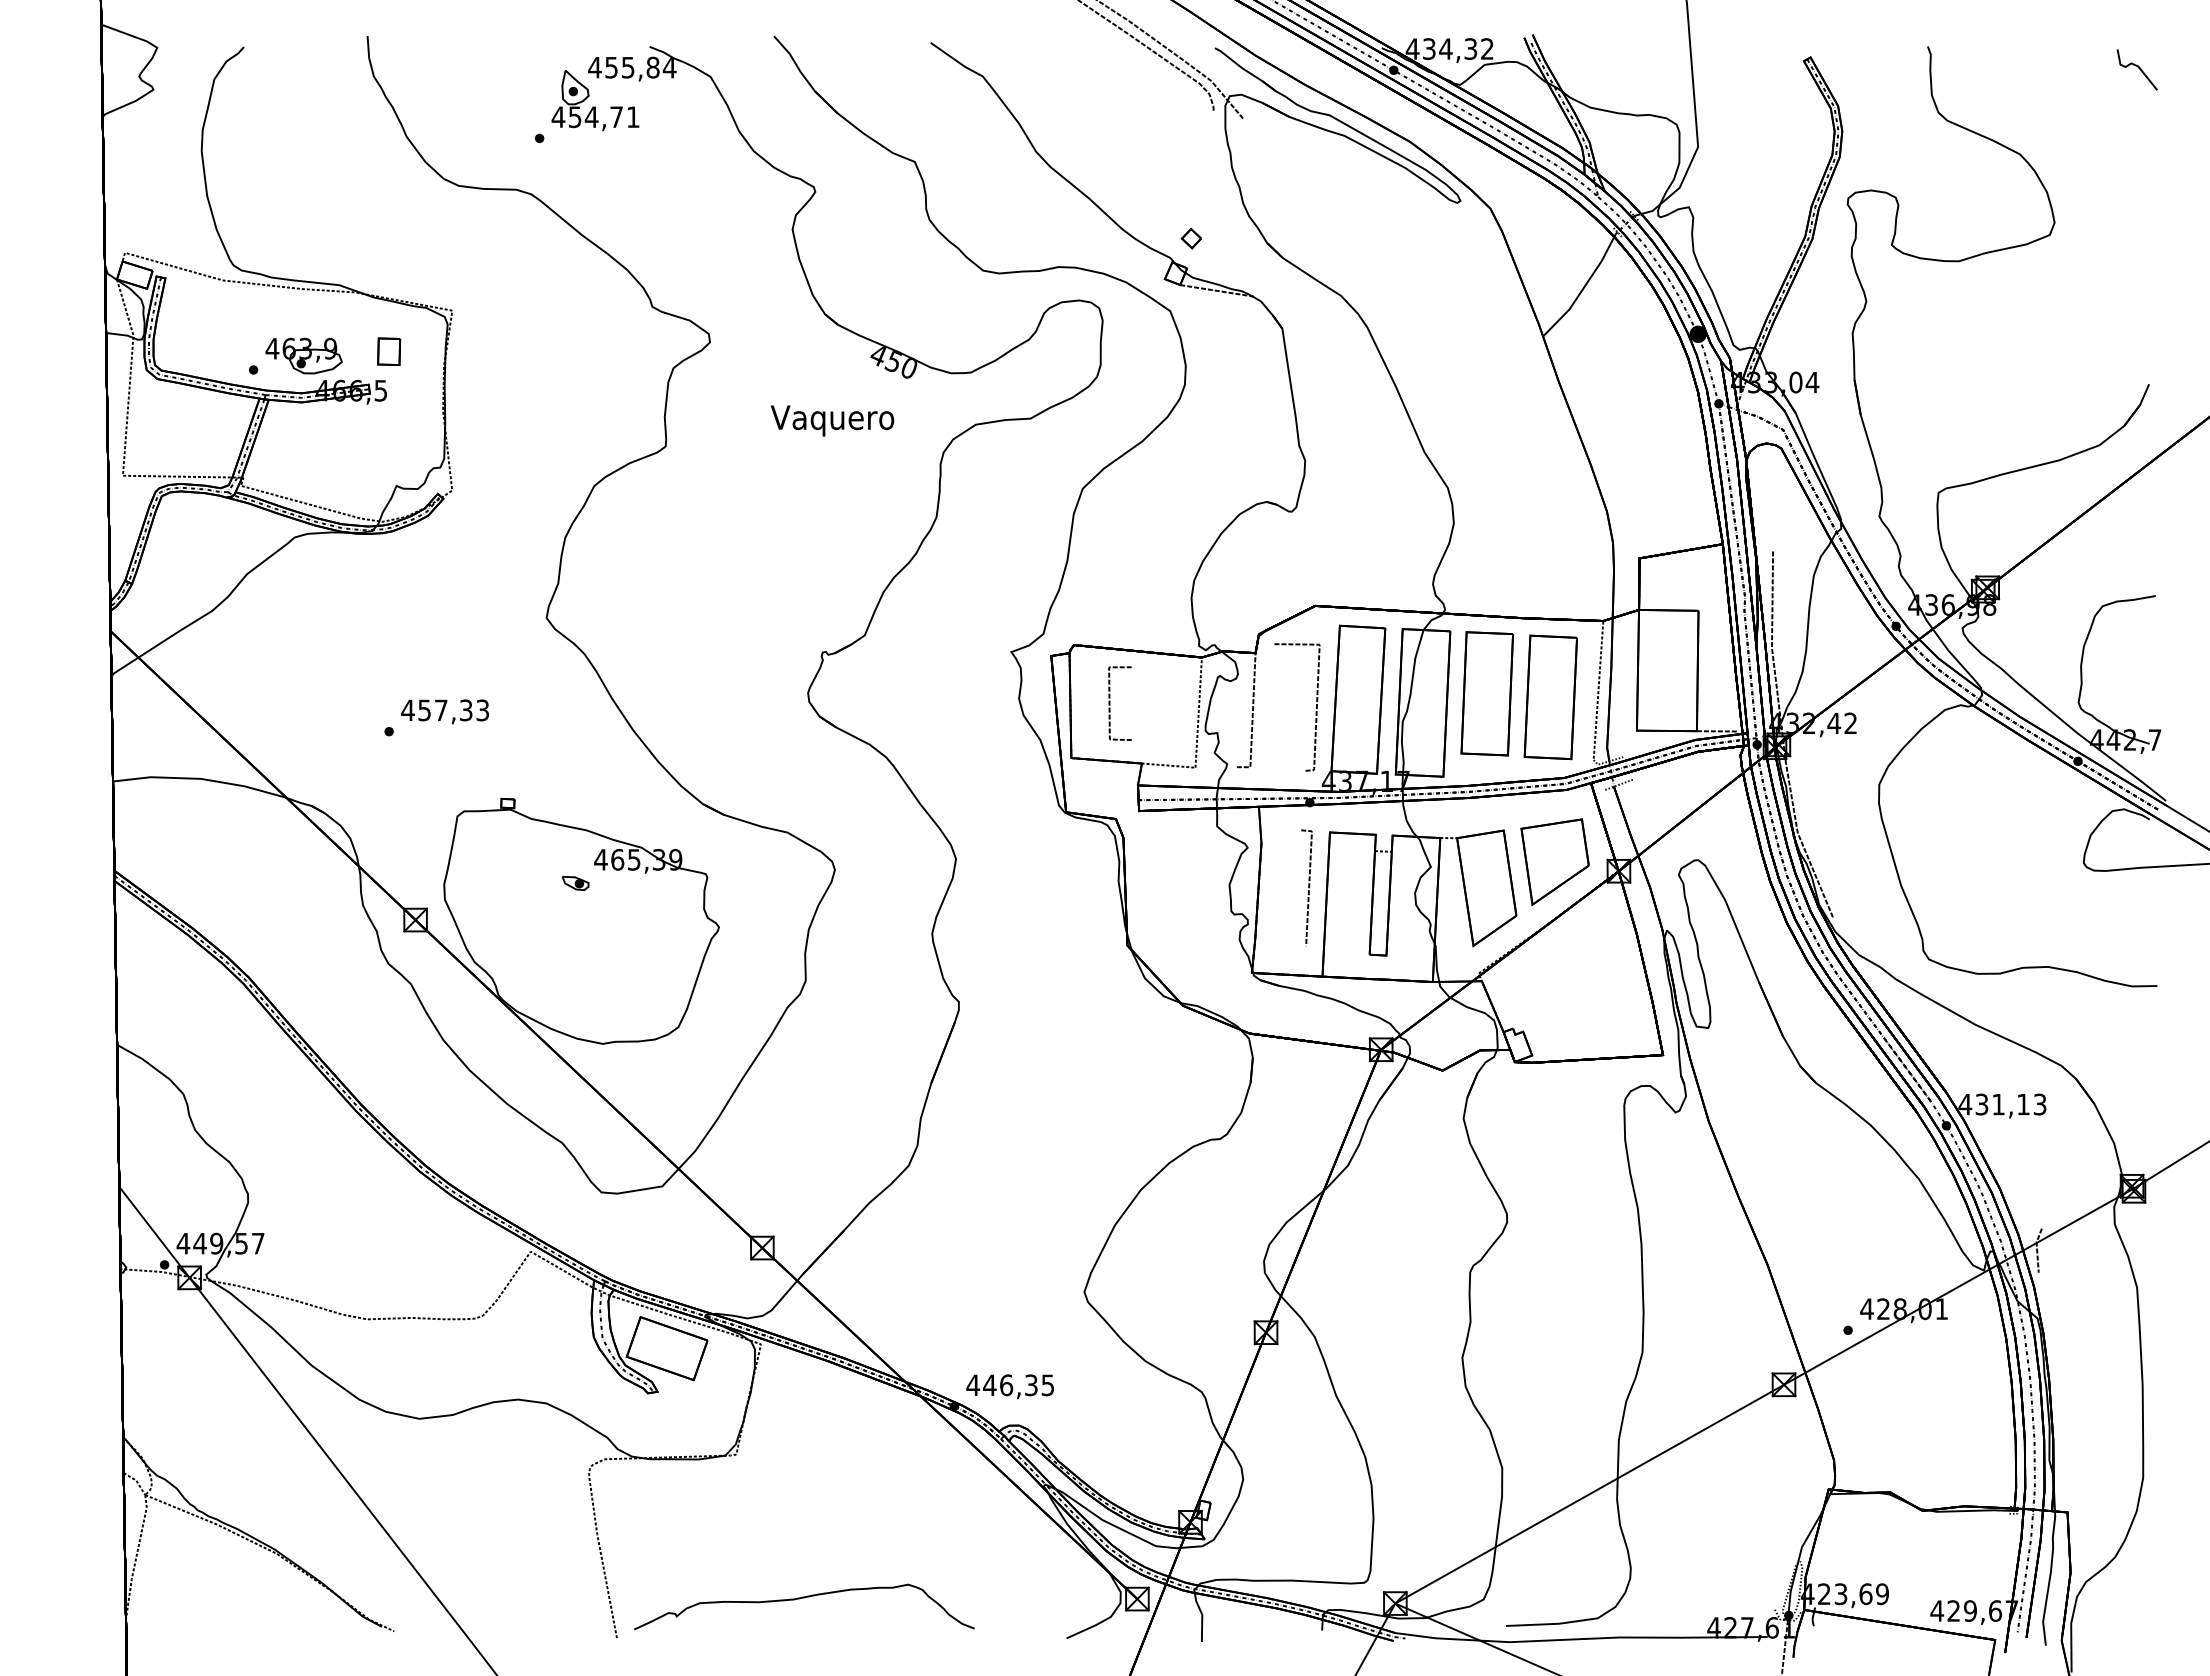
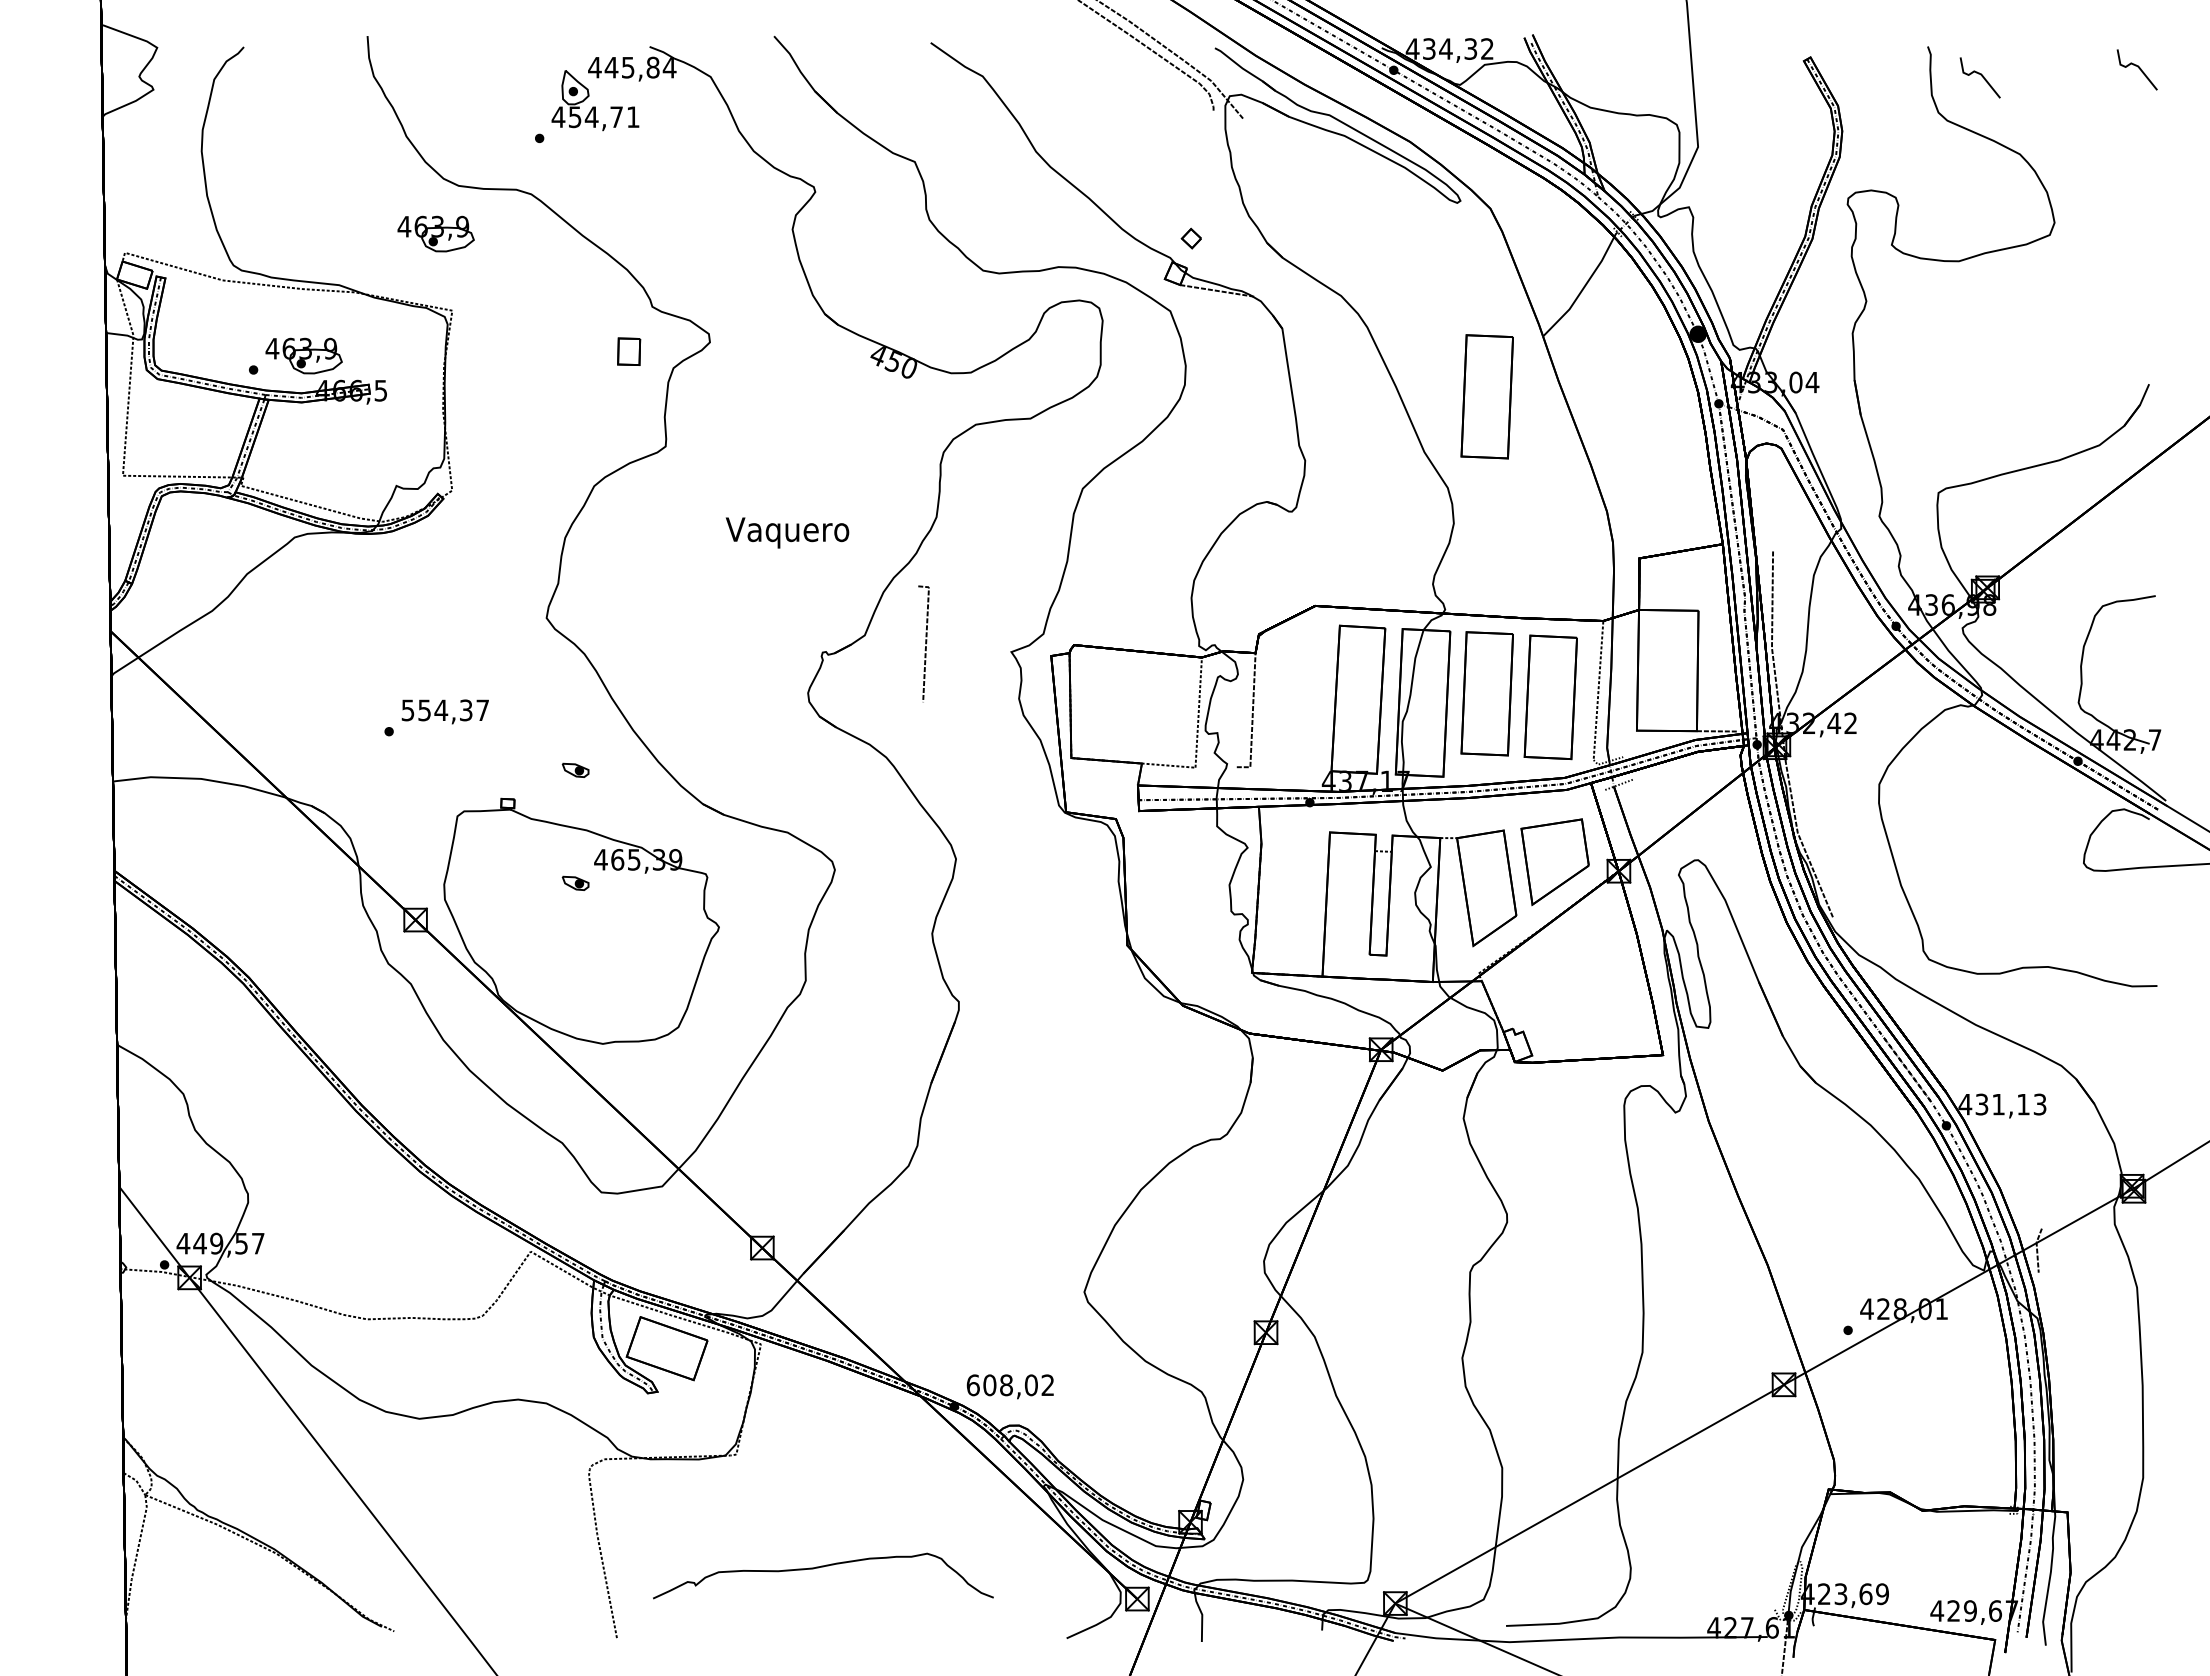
text at (611, 67): 455,84 -> 445,84
curve at (1980, 75): none -> present
part at (435, 233): none -> present
part at (389, 351) position: (389, 351) -> (629, 351)
part at (1486, 396): none -> present
text at (832, 420) position: (832, 420) -> (787, 532)
line at (1110, 703): present -> none
text at (444, 710): 457,33 -> 554,37
line at (1315, 711): present -> none
part at (575, 769): none -> present
line at (1308, 887) position: (1308, 887) -> (925, 643)
text at (1009, 1385): 446,35 -> 608,02
curve at (804, 1598) position: (804, 1598) -> (823, 1567)
